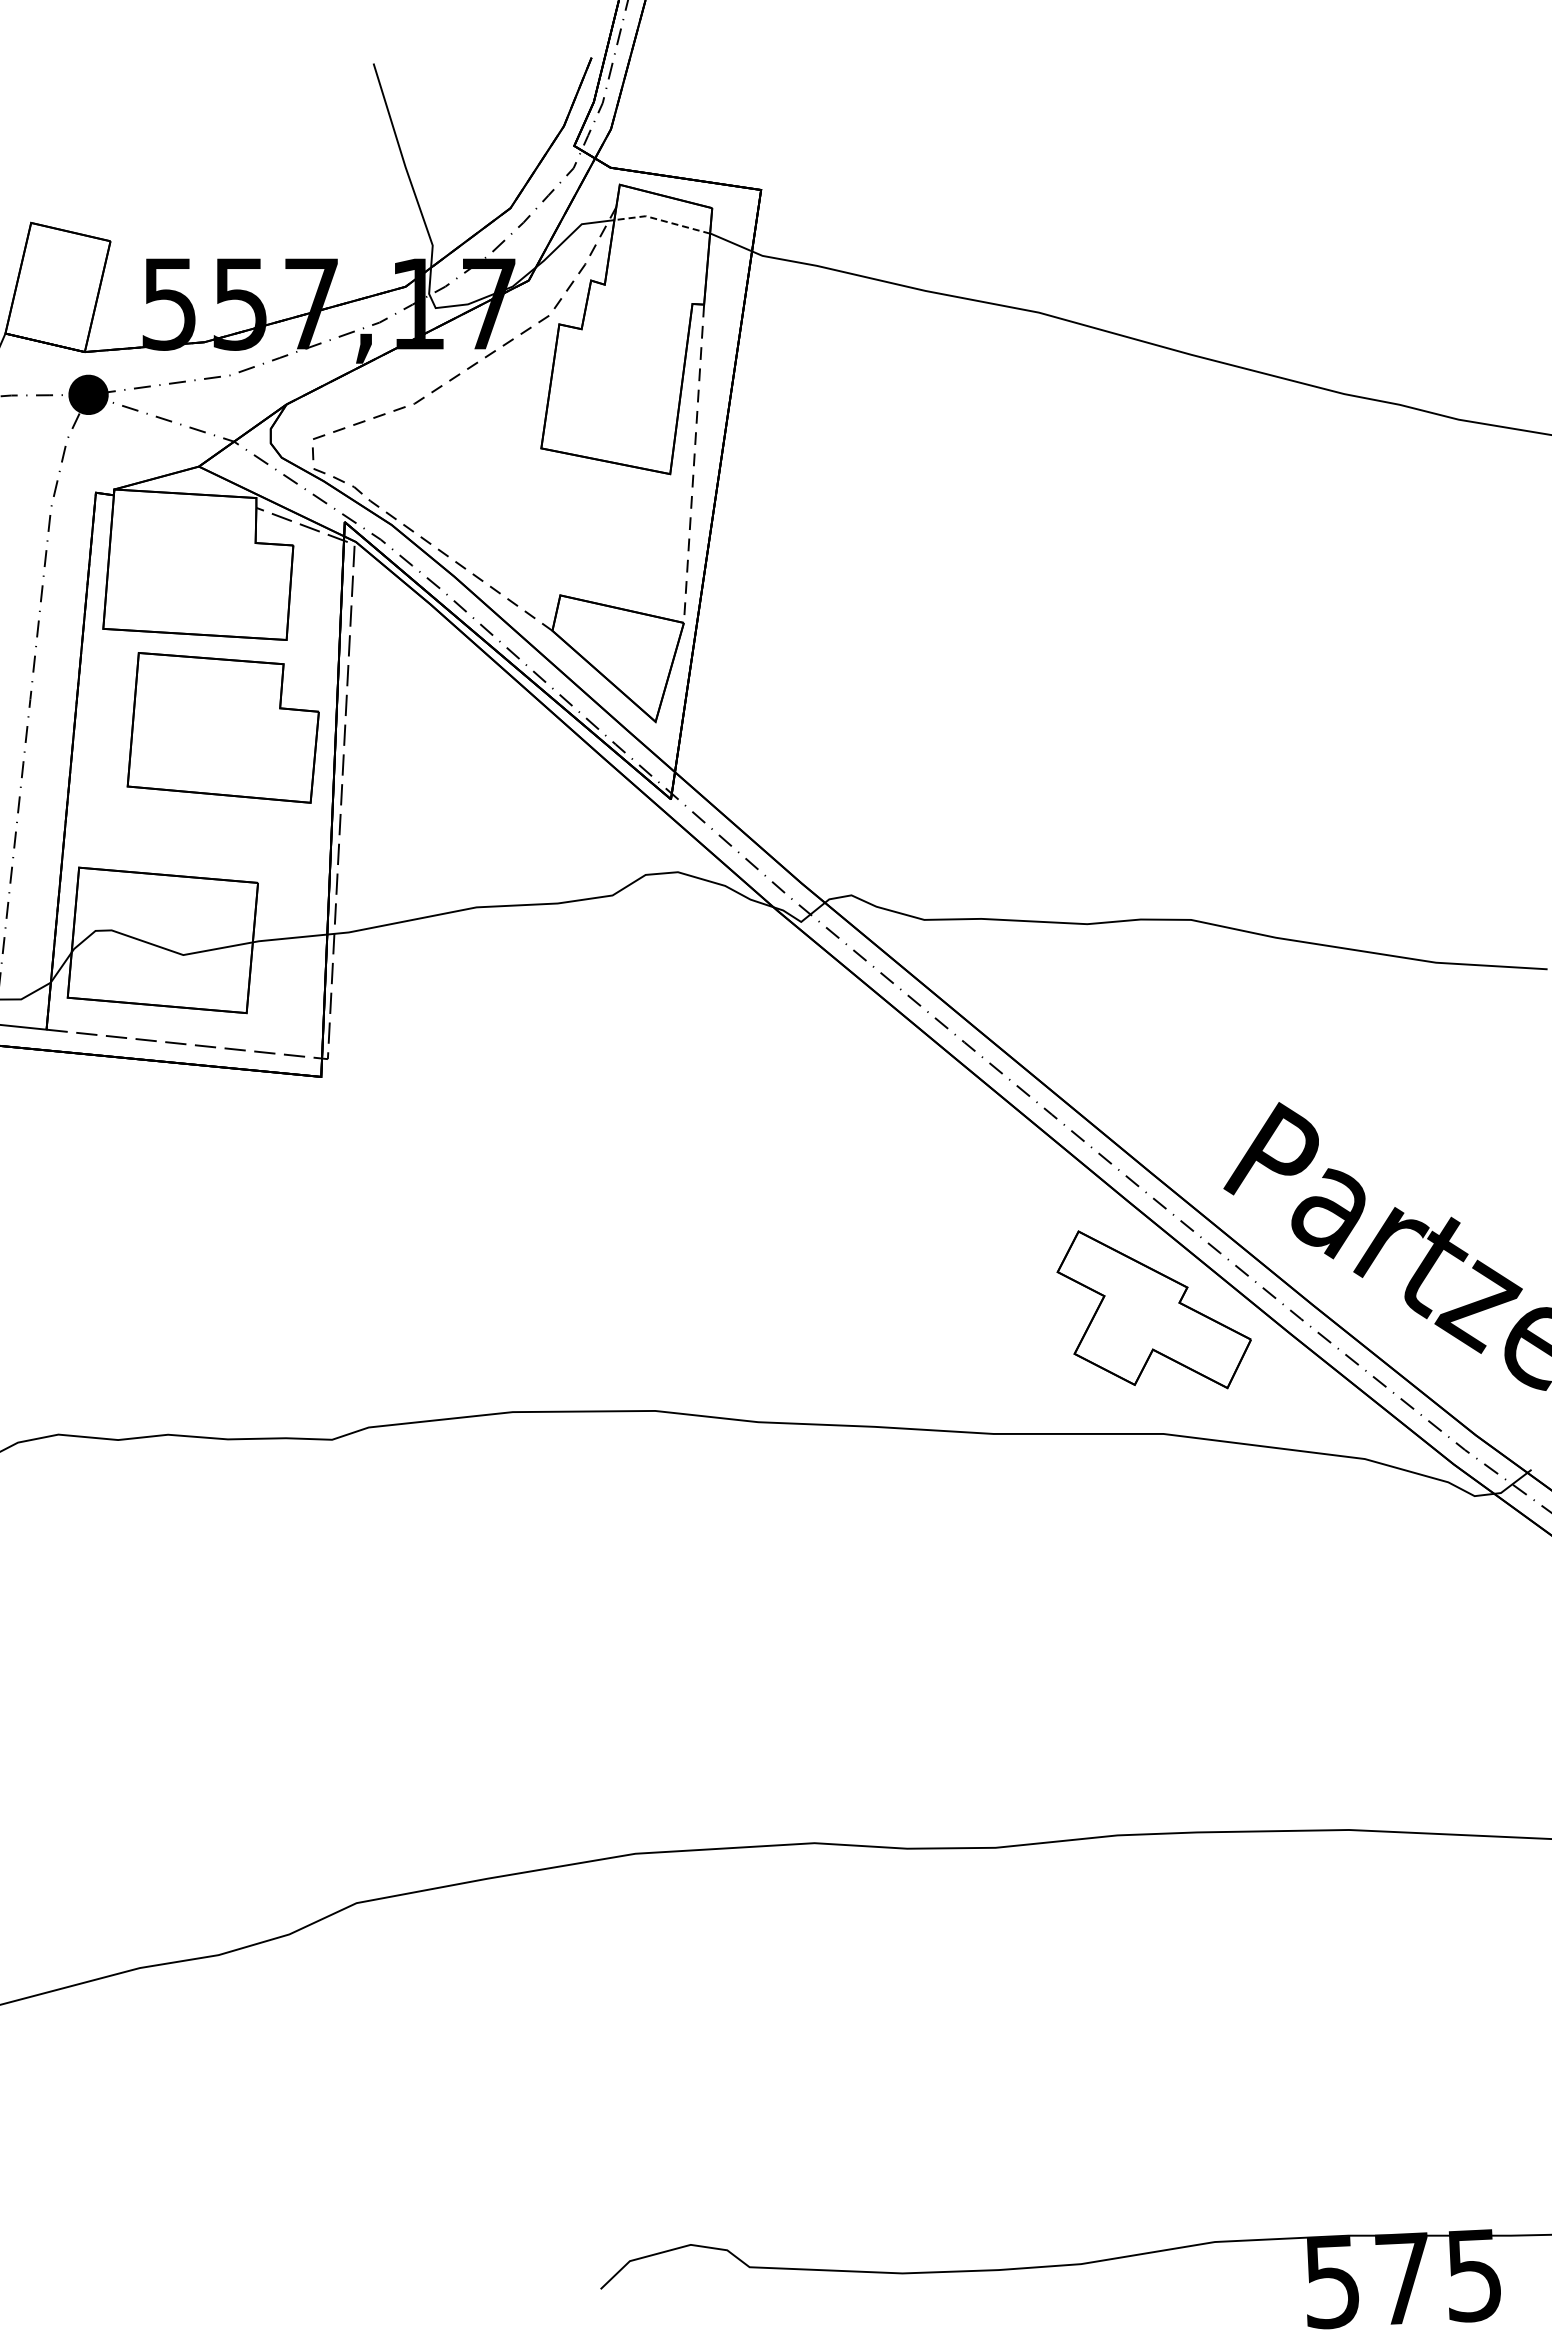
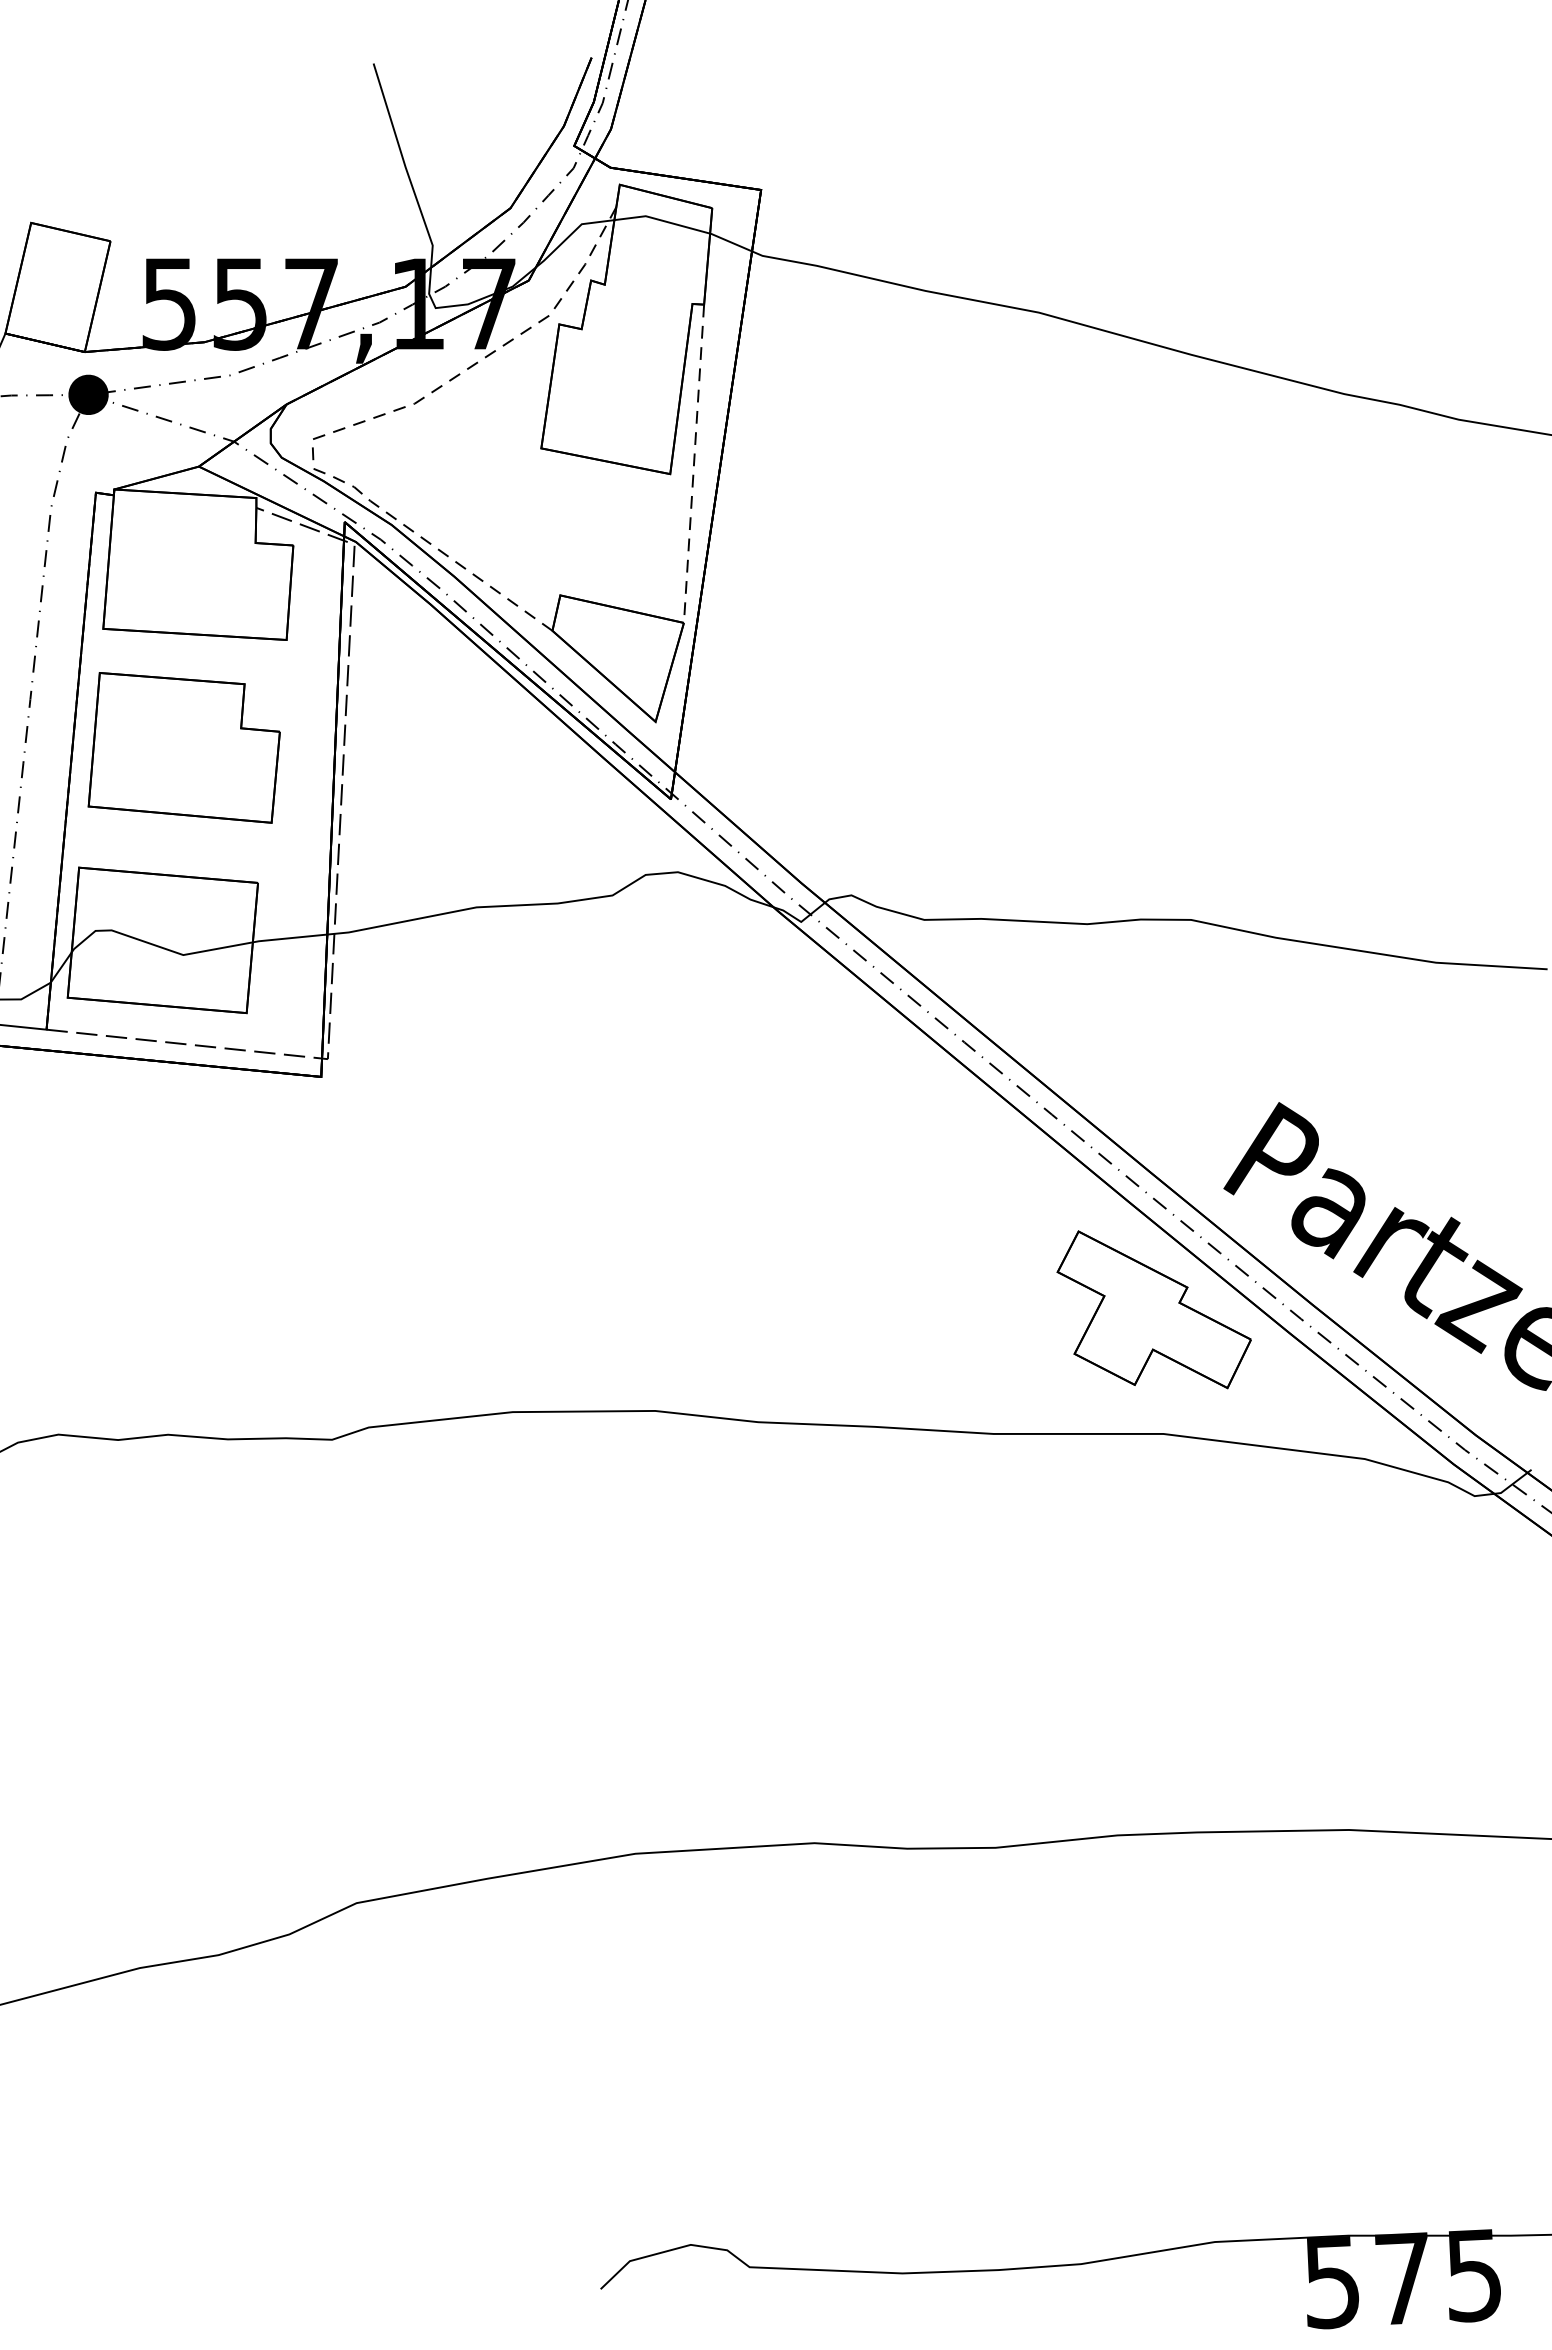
line at (662, 220): dashed -> solid
part at (222, 727) position: (222, 727) -> (183, 747)
